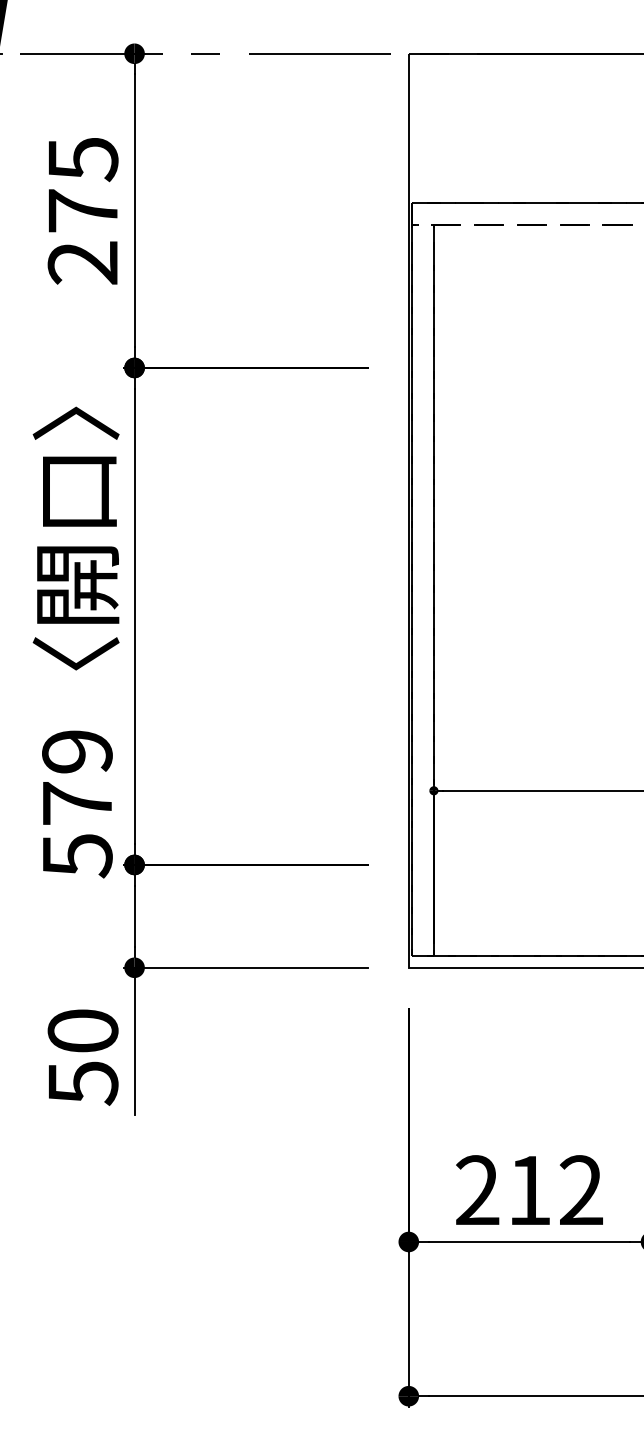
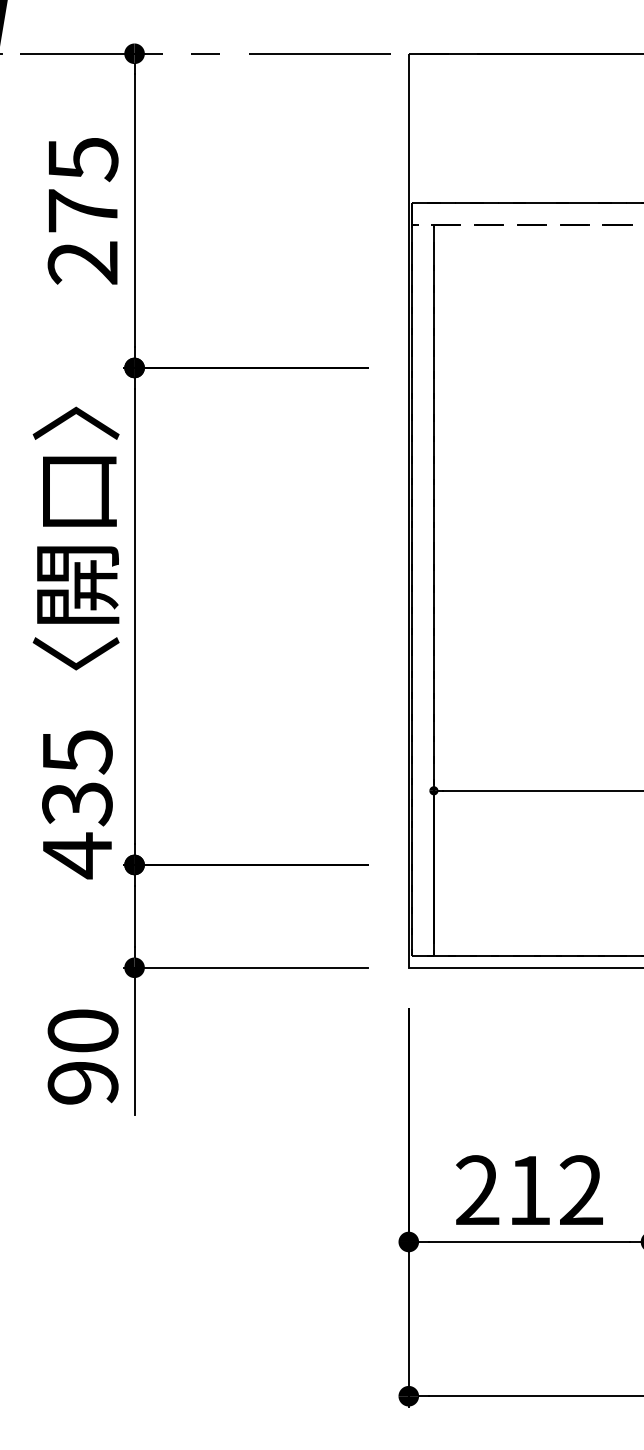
text at (77, 804): 579 -> 435
text at (82, 1083): 50 -> 90
